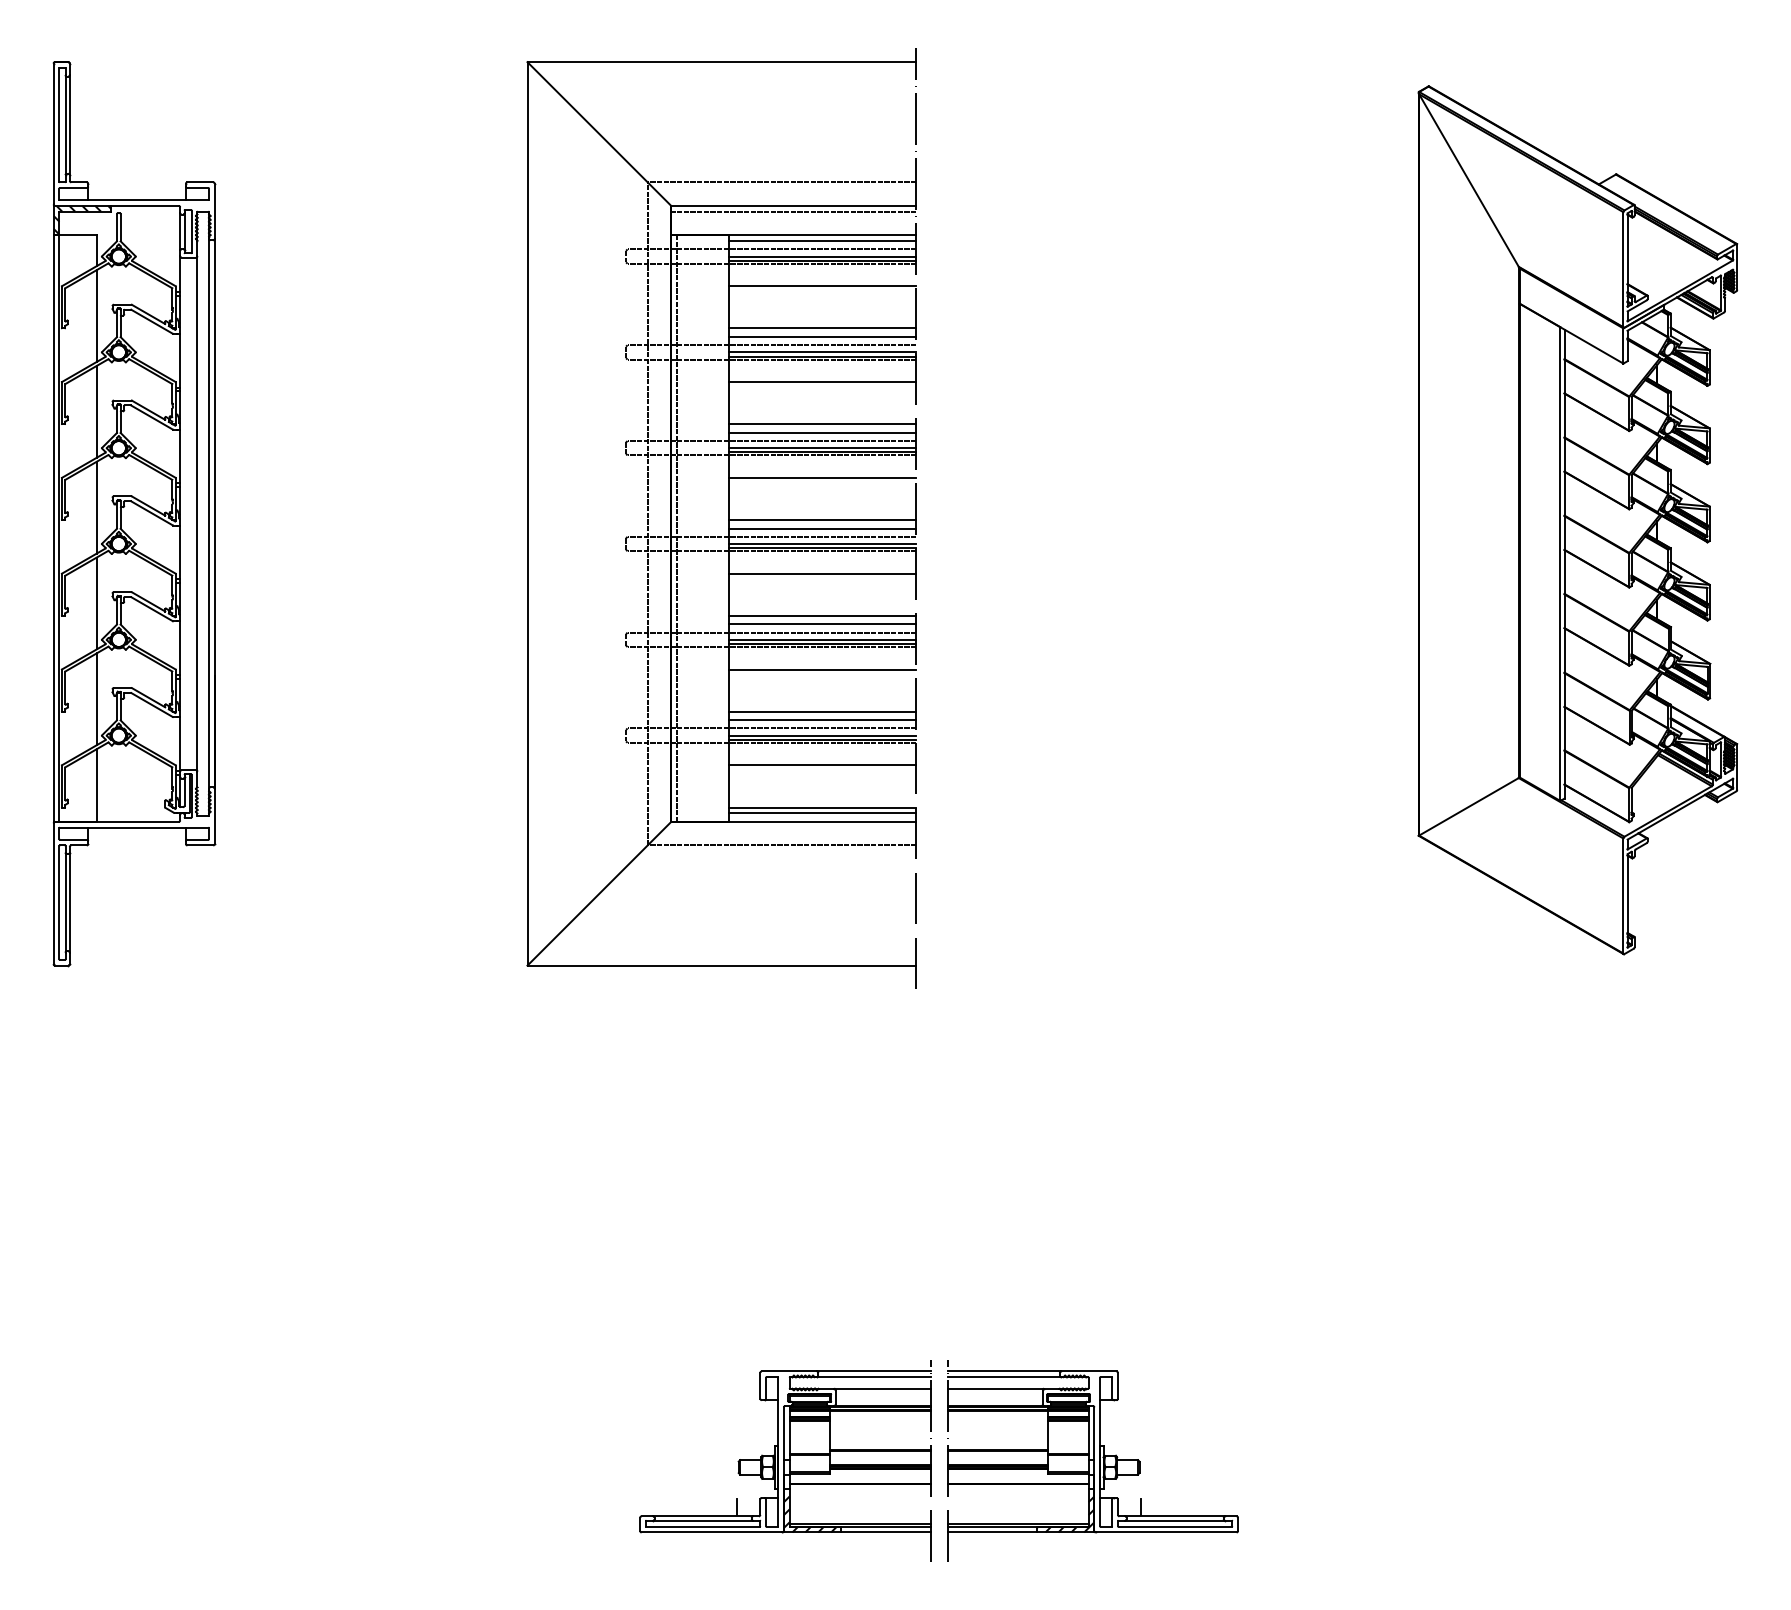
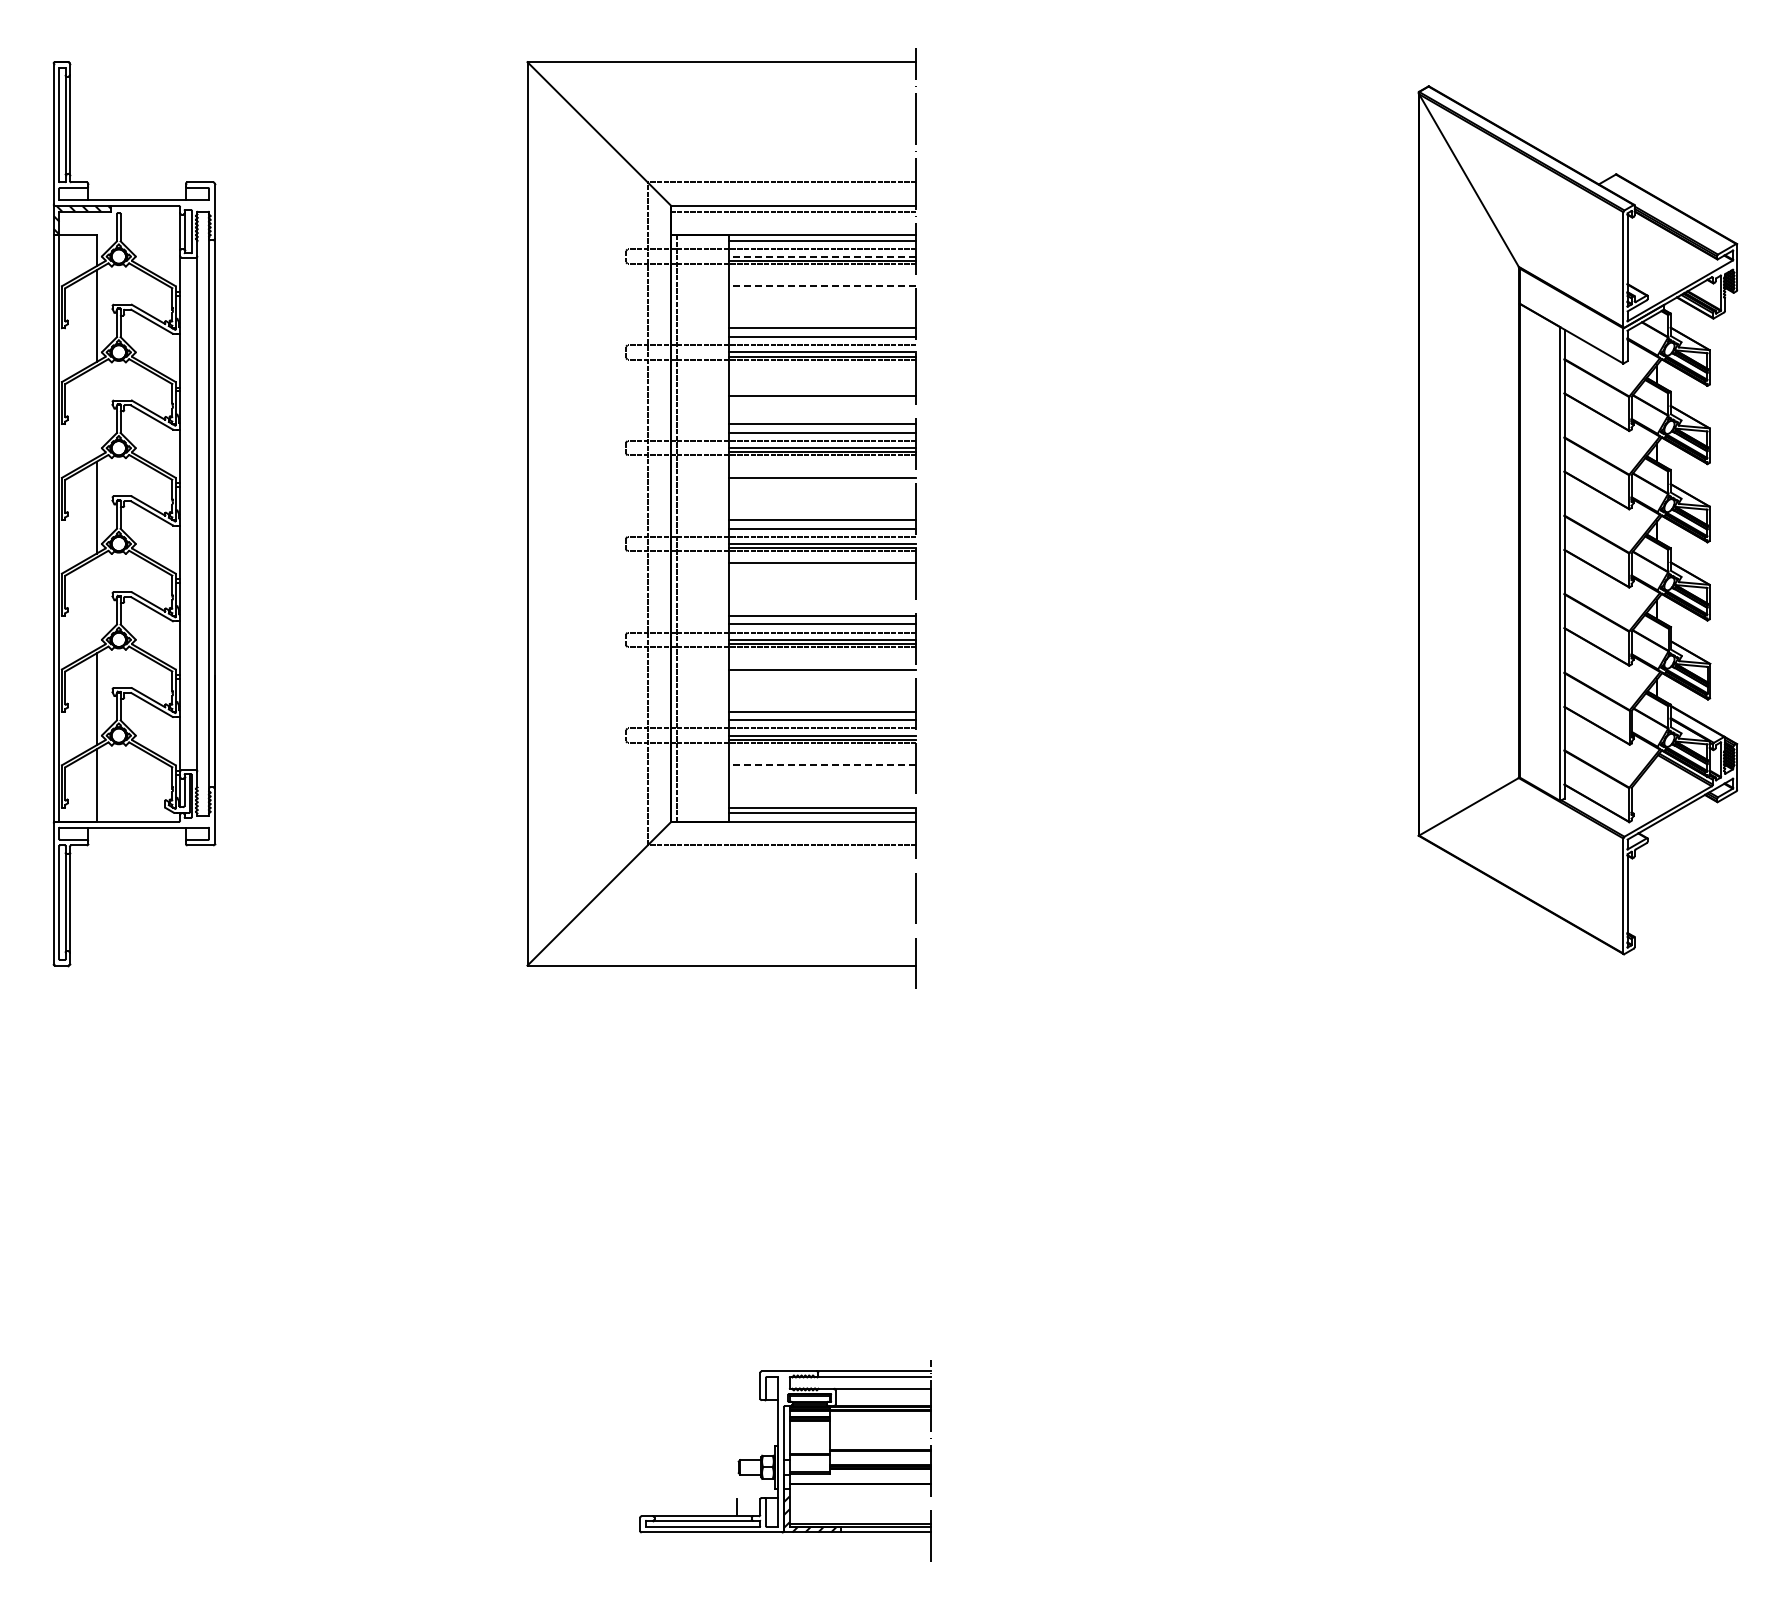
line at (822, 256): solid -> dashed
line at (822, 286): solid -> dashed
line at (822, 382) position: (822, 382) -> (822, 396)
line at (96, 411): present -> none
line at (822, 573) position: (822, 573) -> (822, 562)
line at (96, 603): present -> none
line at (822, 765): solid -> dashed
part at (1092, 1460): present -> none
